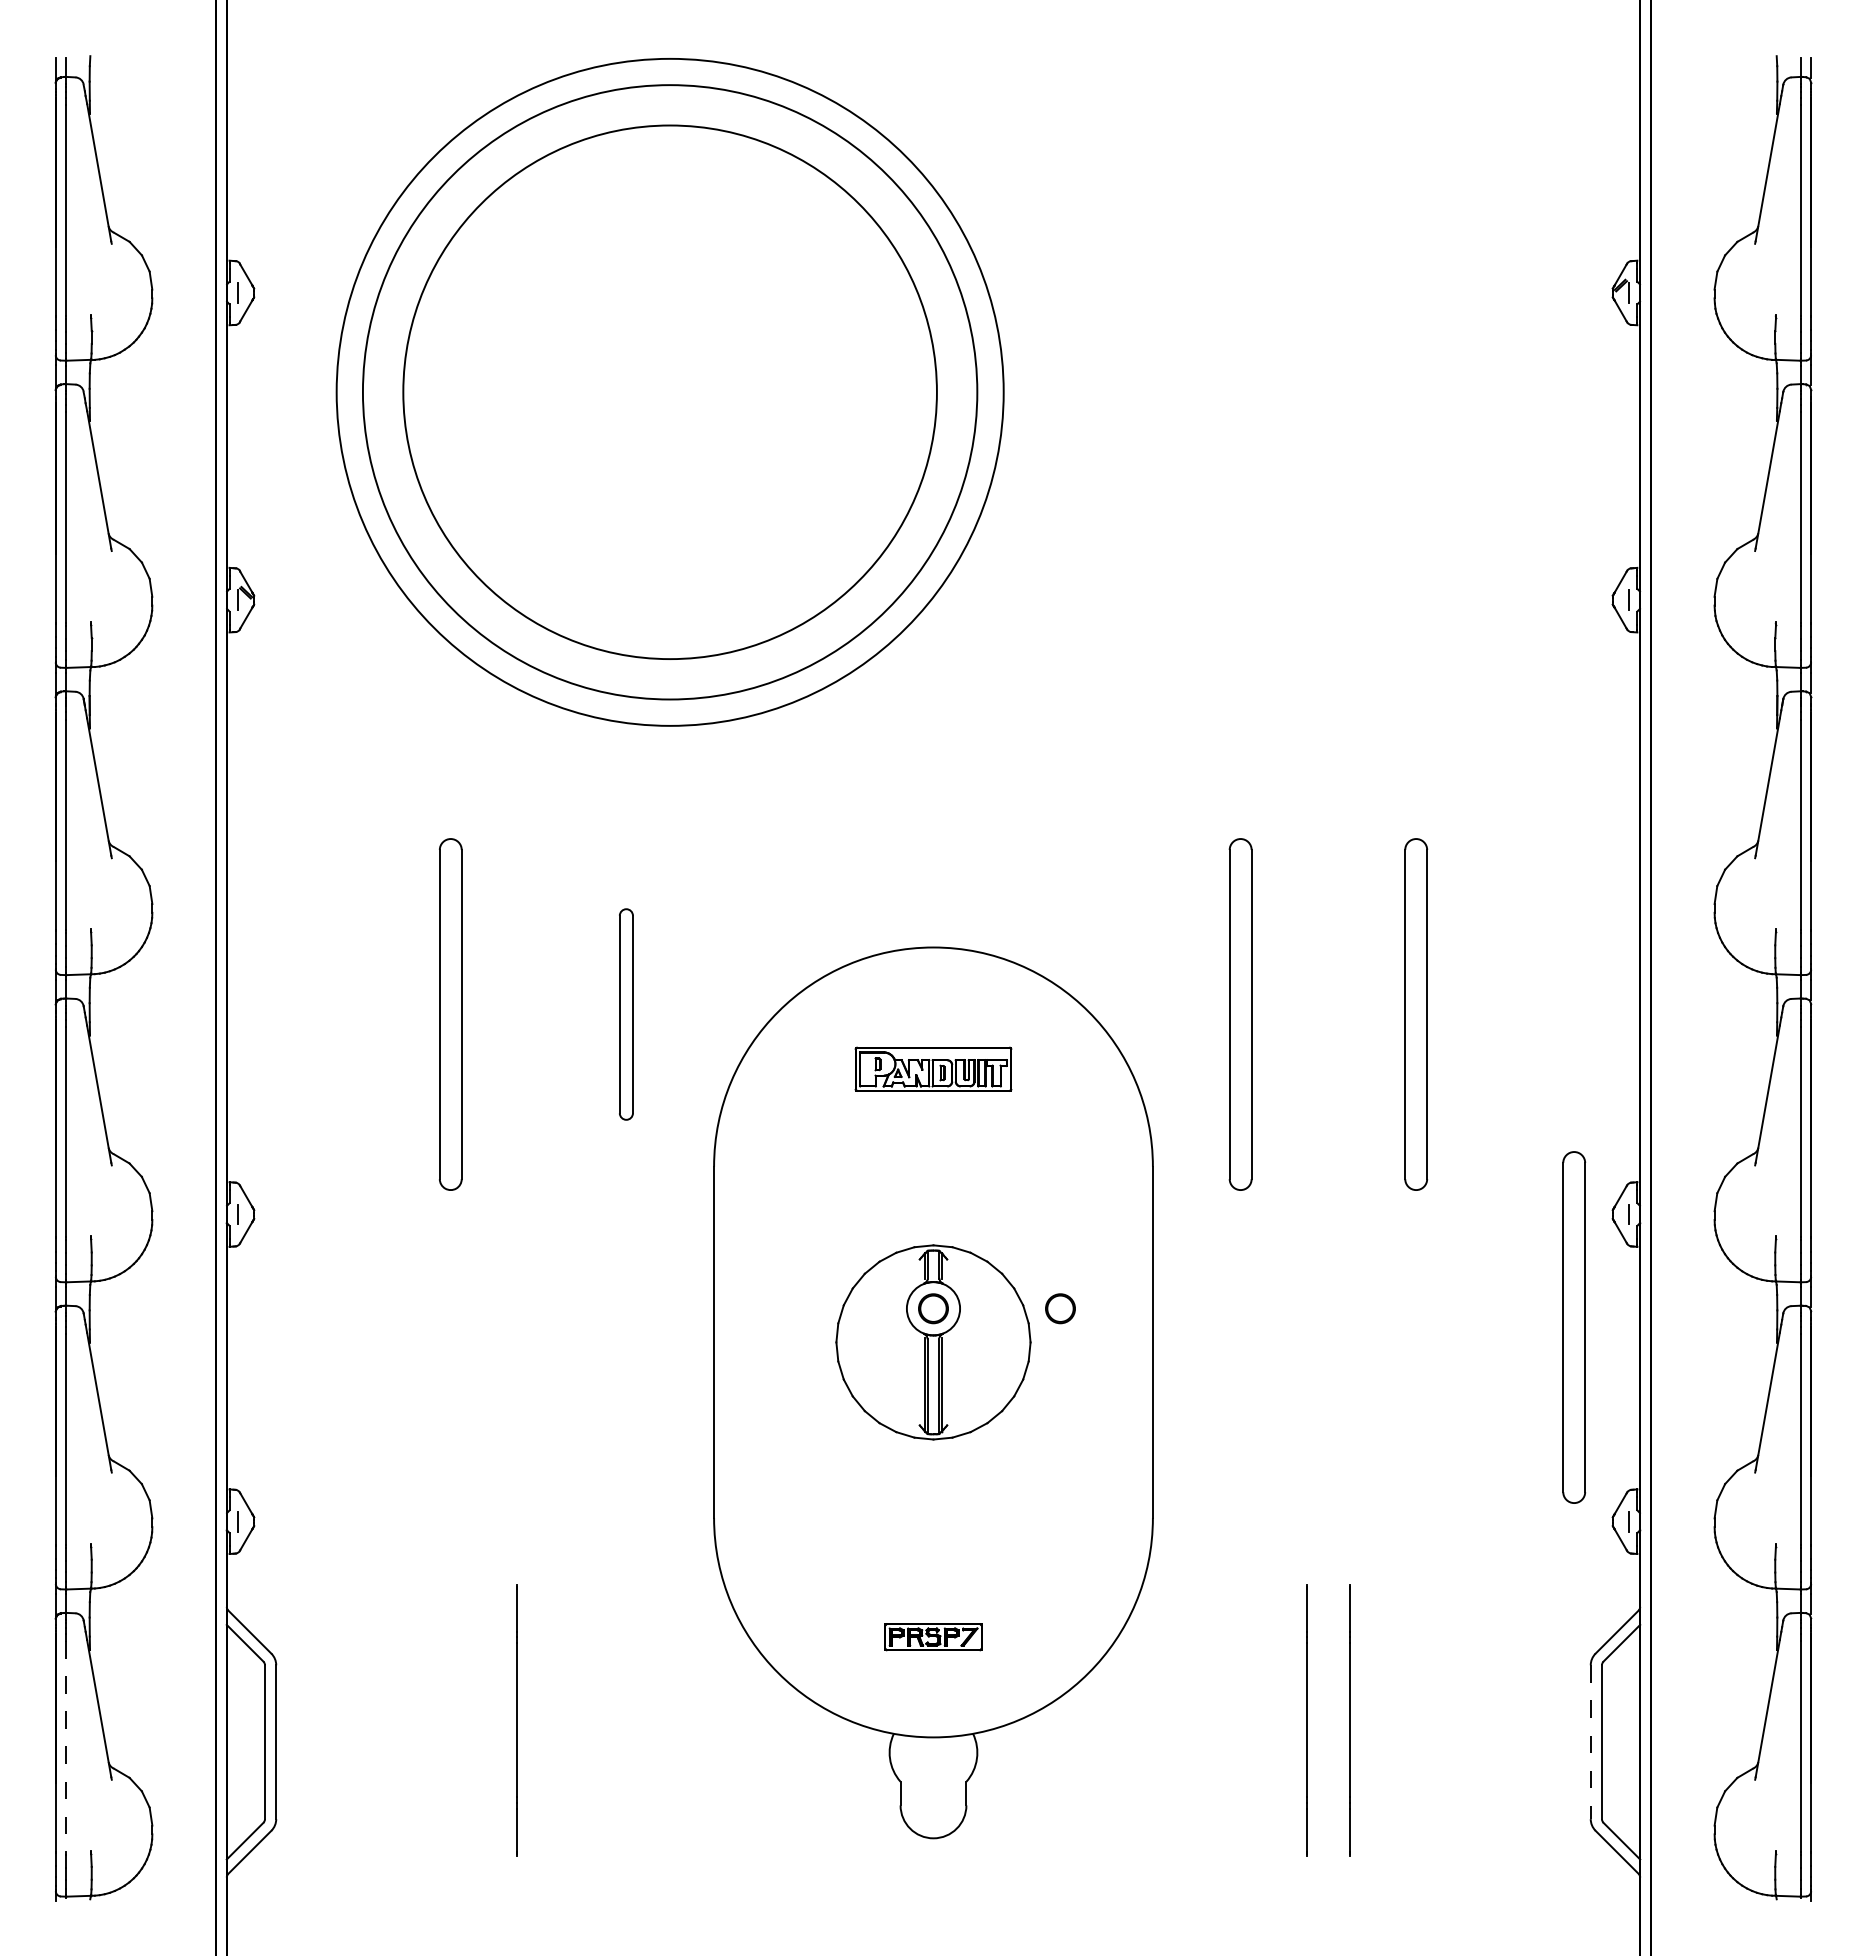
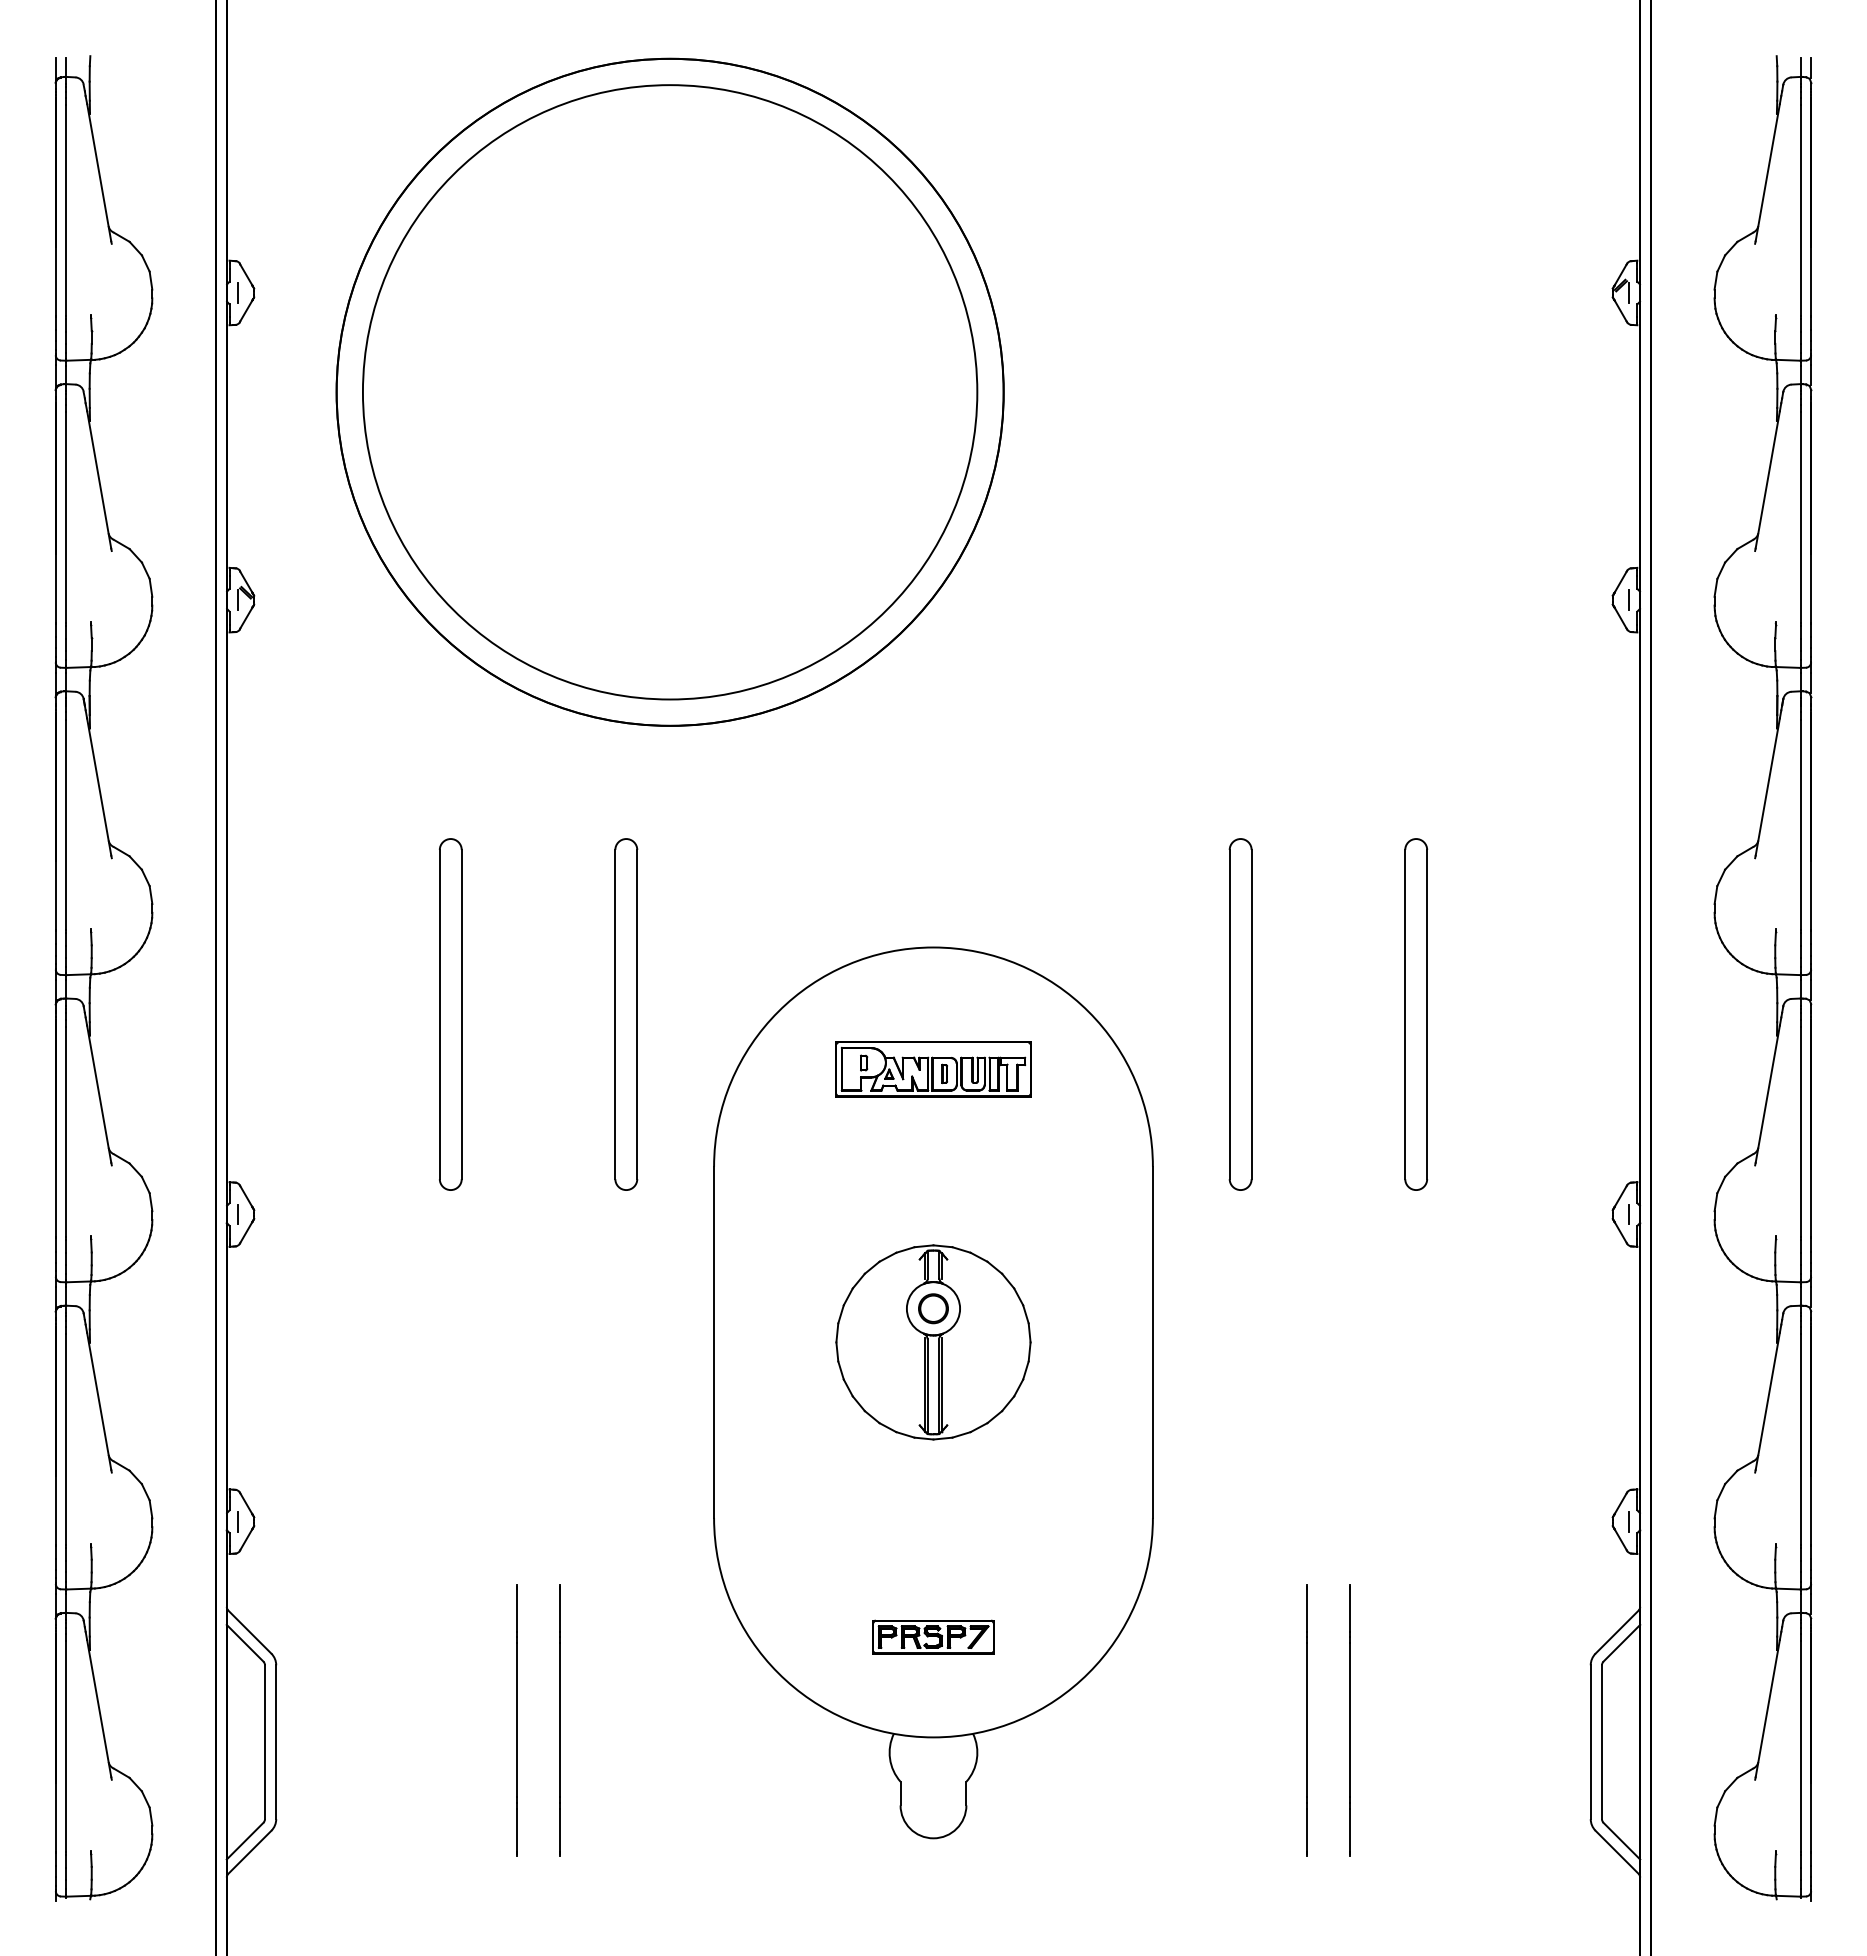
circle at (669, 392) diameter: 534 px -> 667 px
part at (626, 1014) size: 15x213 px -> 25x353 px
part at (933, 1068) size: 159x46 px -> 197x57 px
circle at (1060, 1308): present -> none
part at (1574, 1327): present -> none
part at (933, 1637) size: 99x29 px -> 123x36 px
line at (559, 1720): none -> present
line at (1590, 1742): dashed -> solid
line at (66, 1746): dashed -> solid
